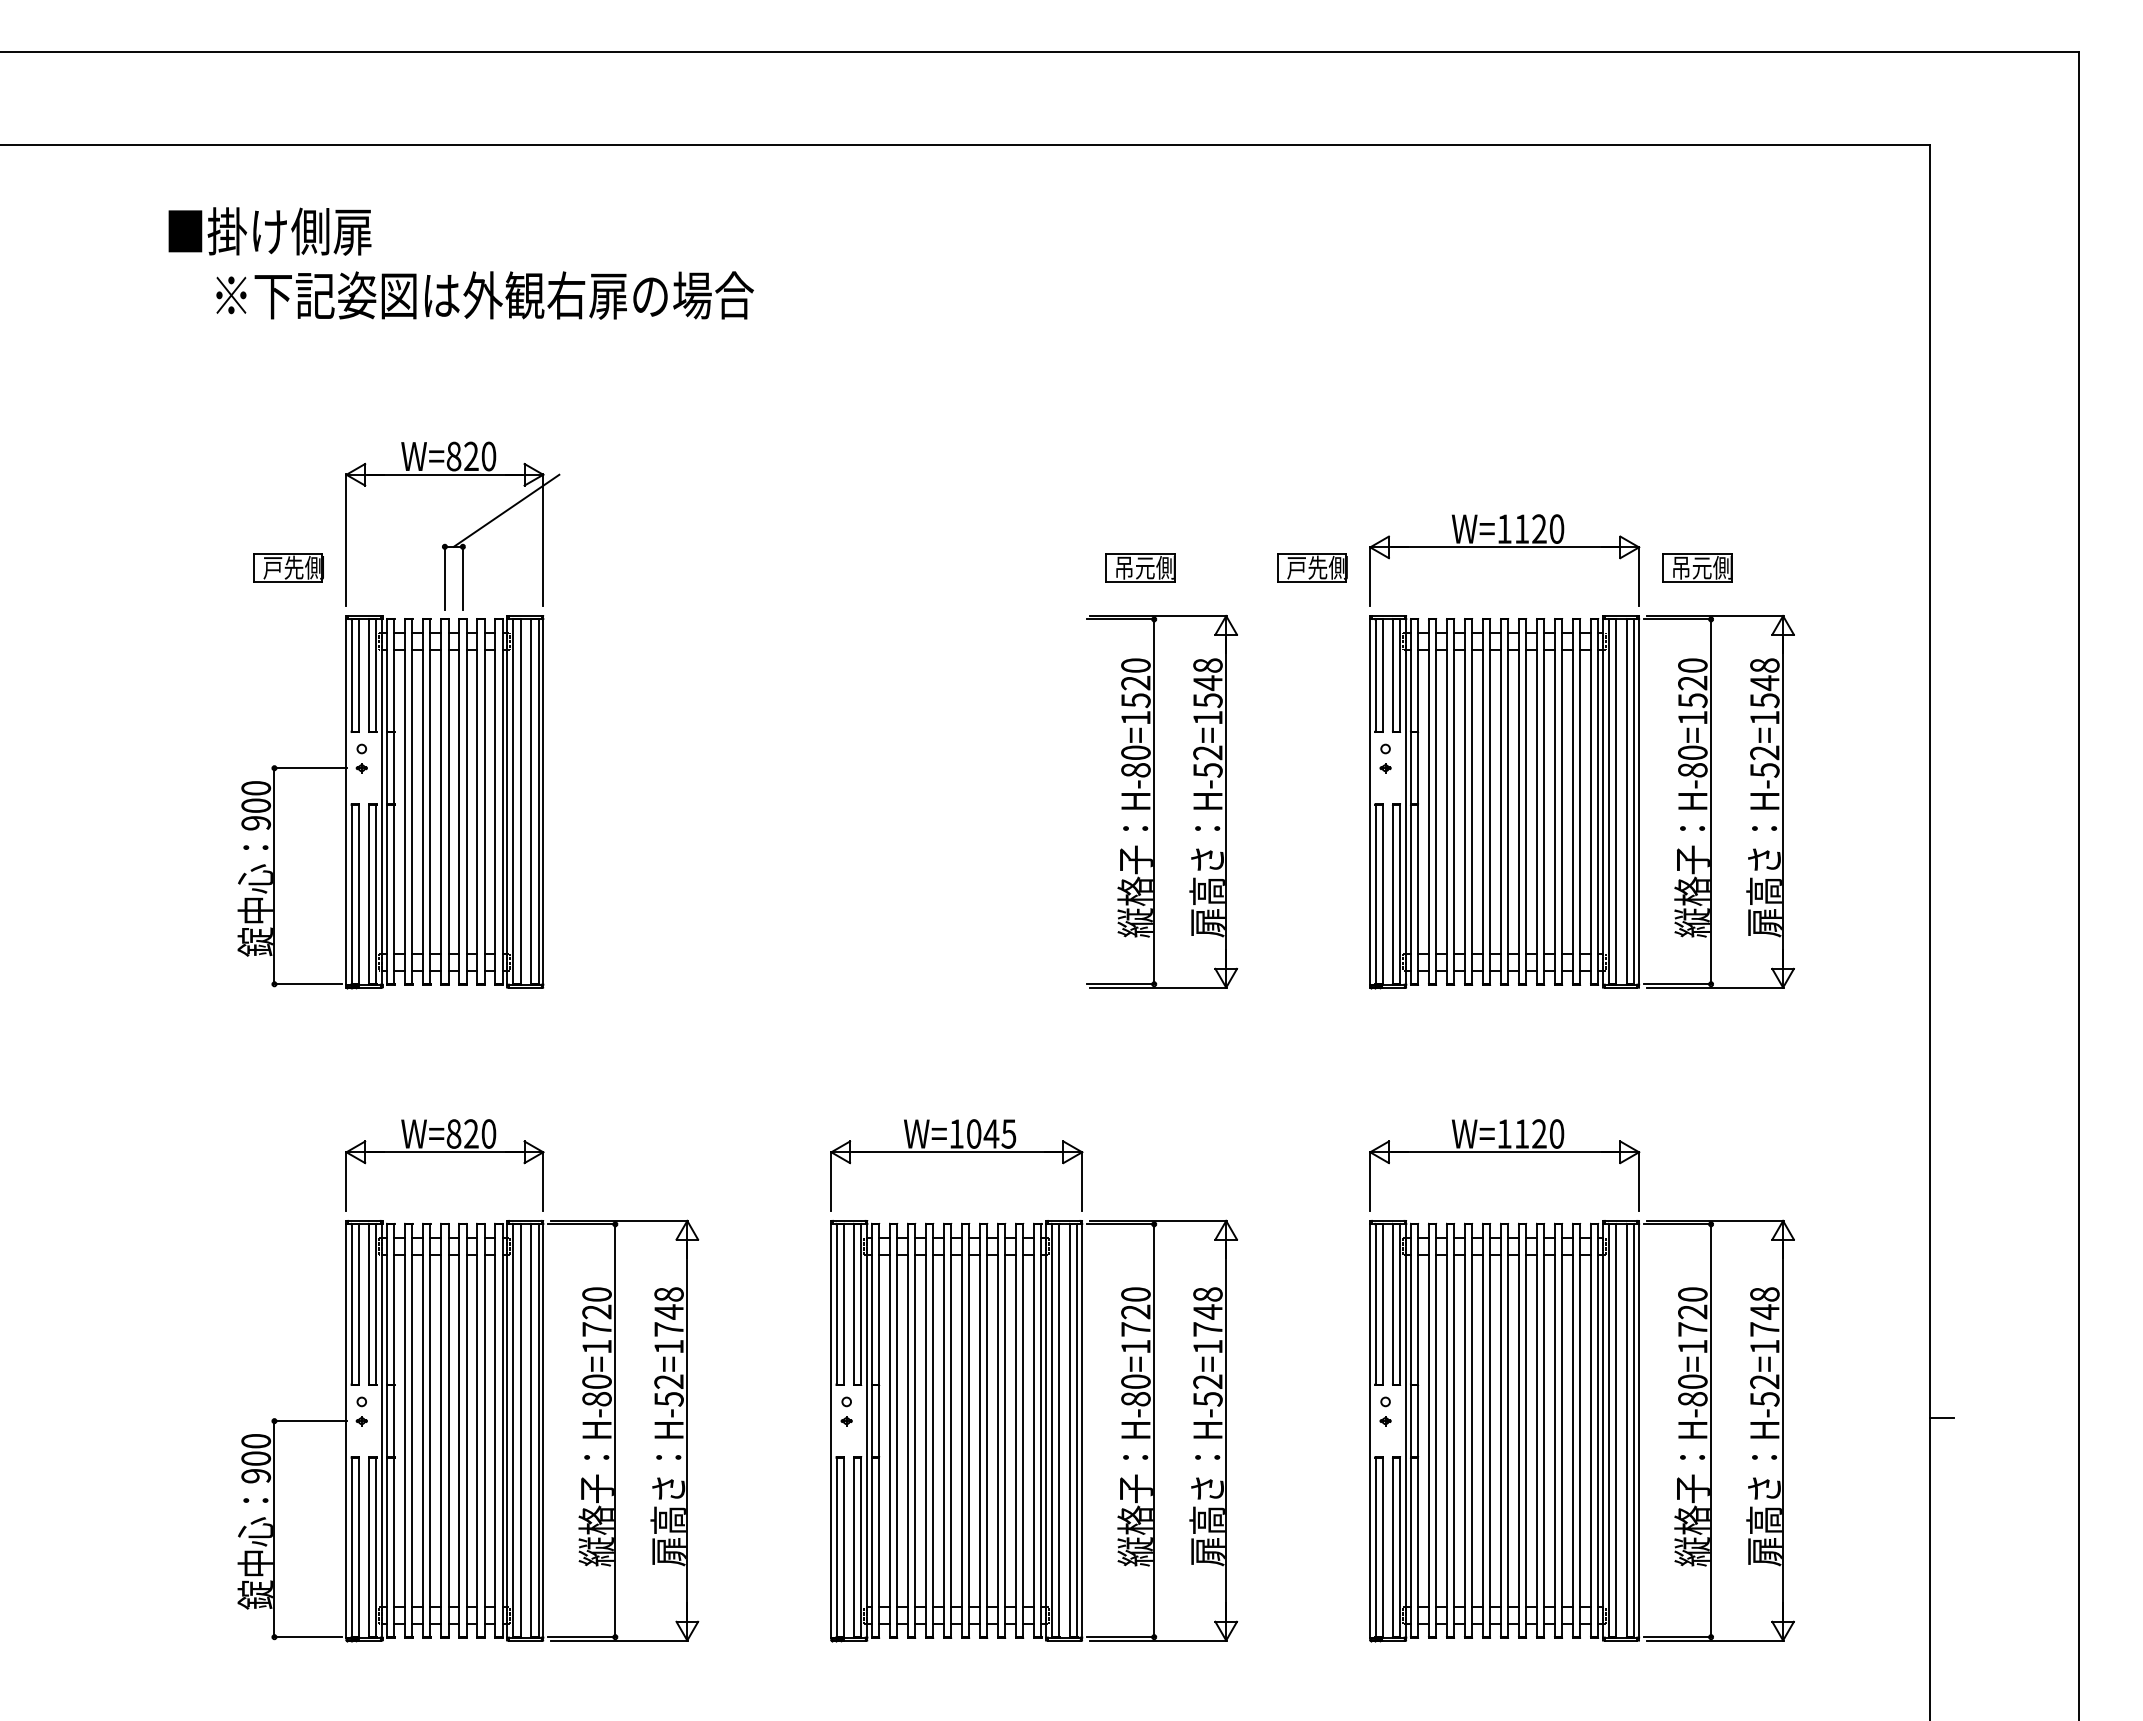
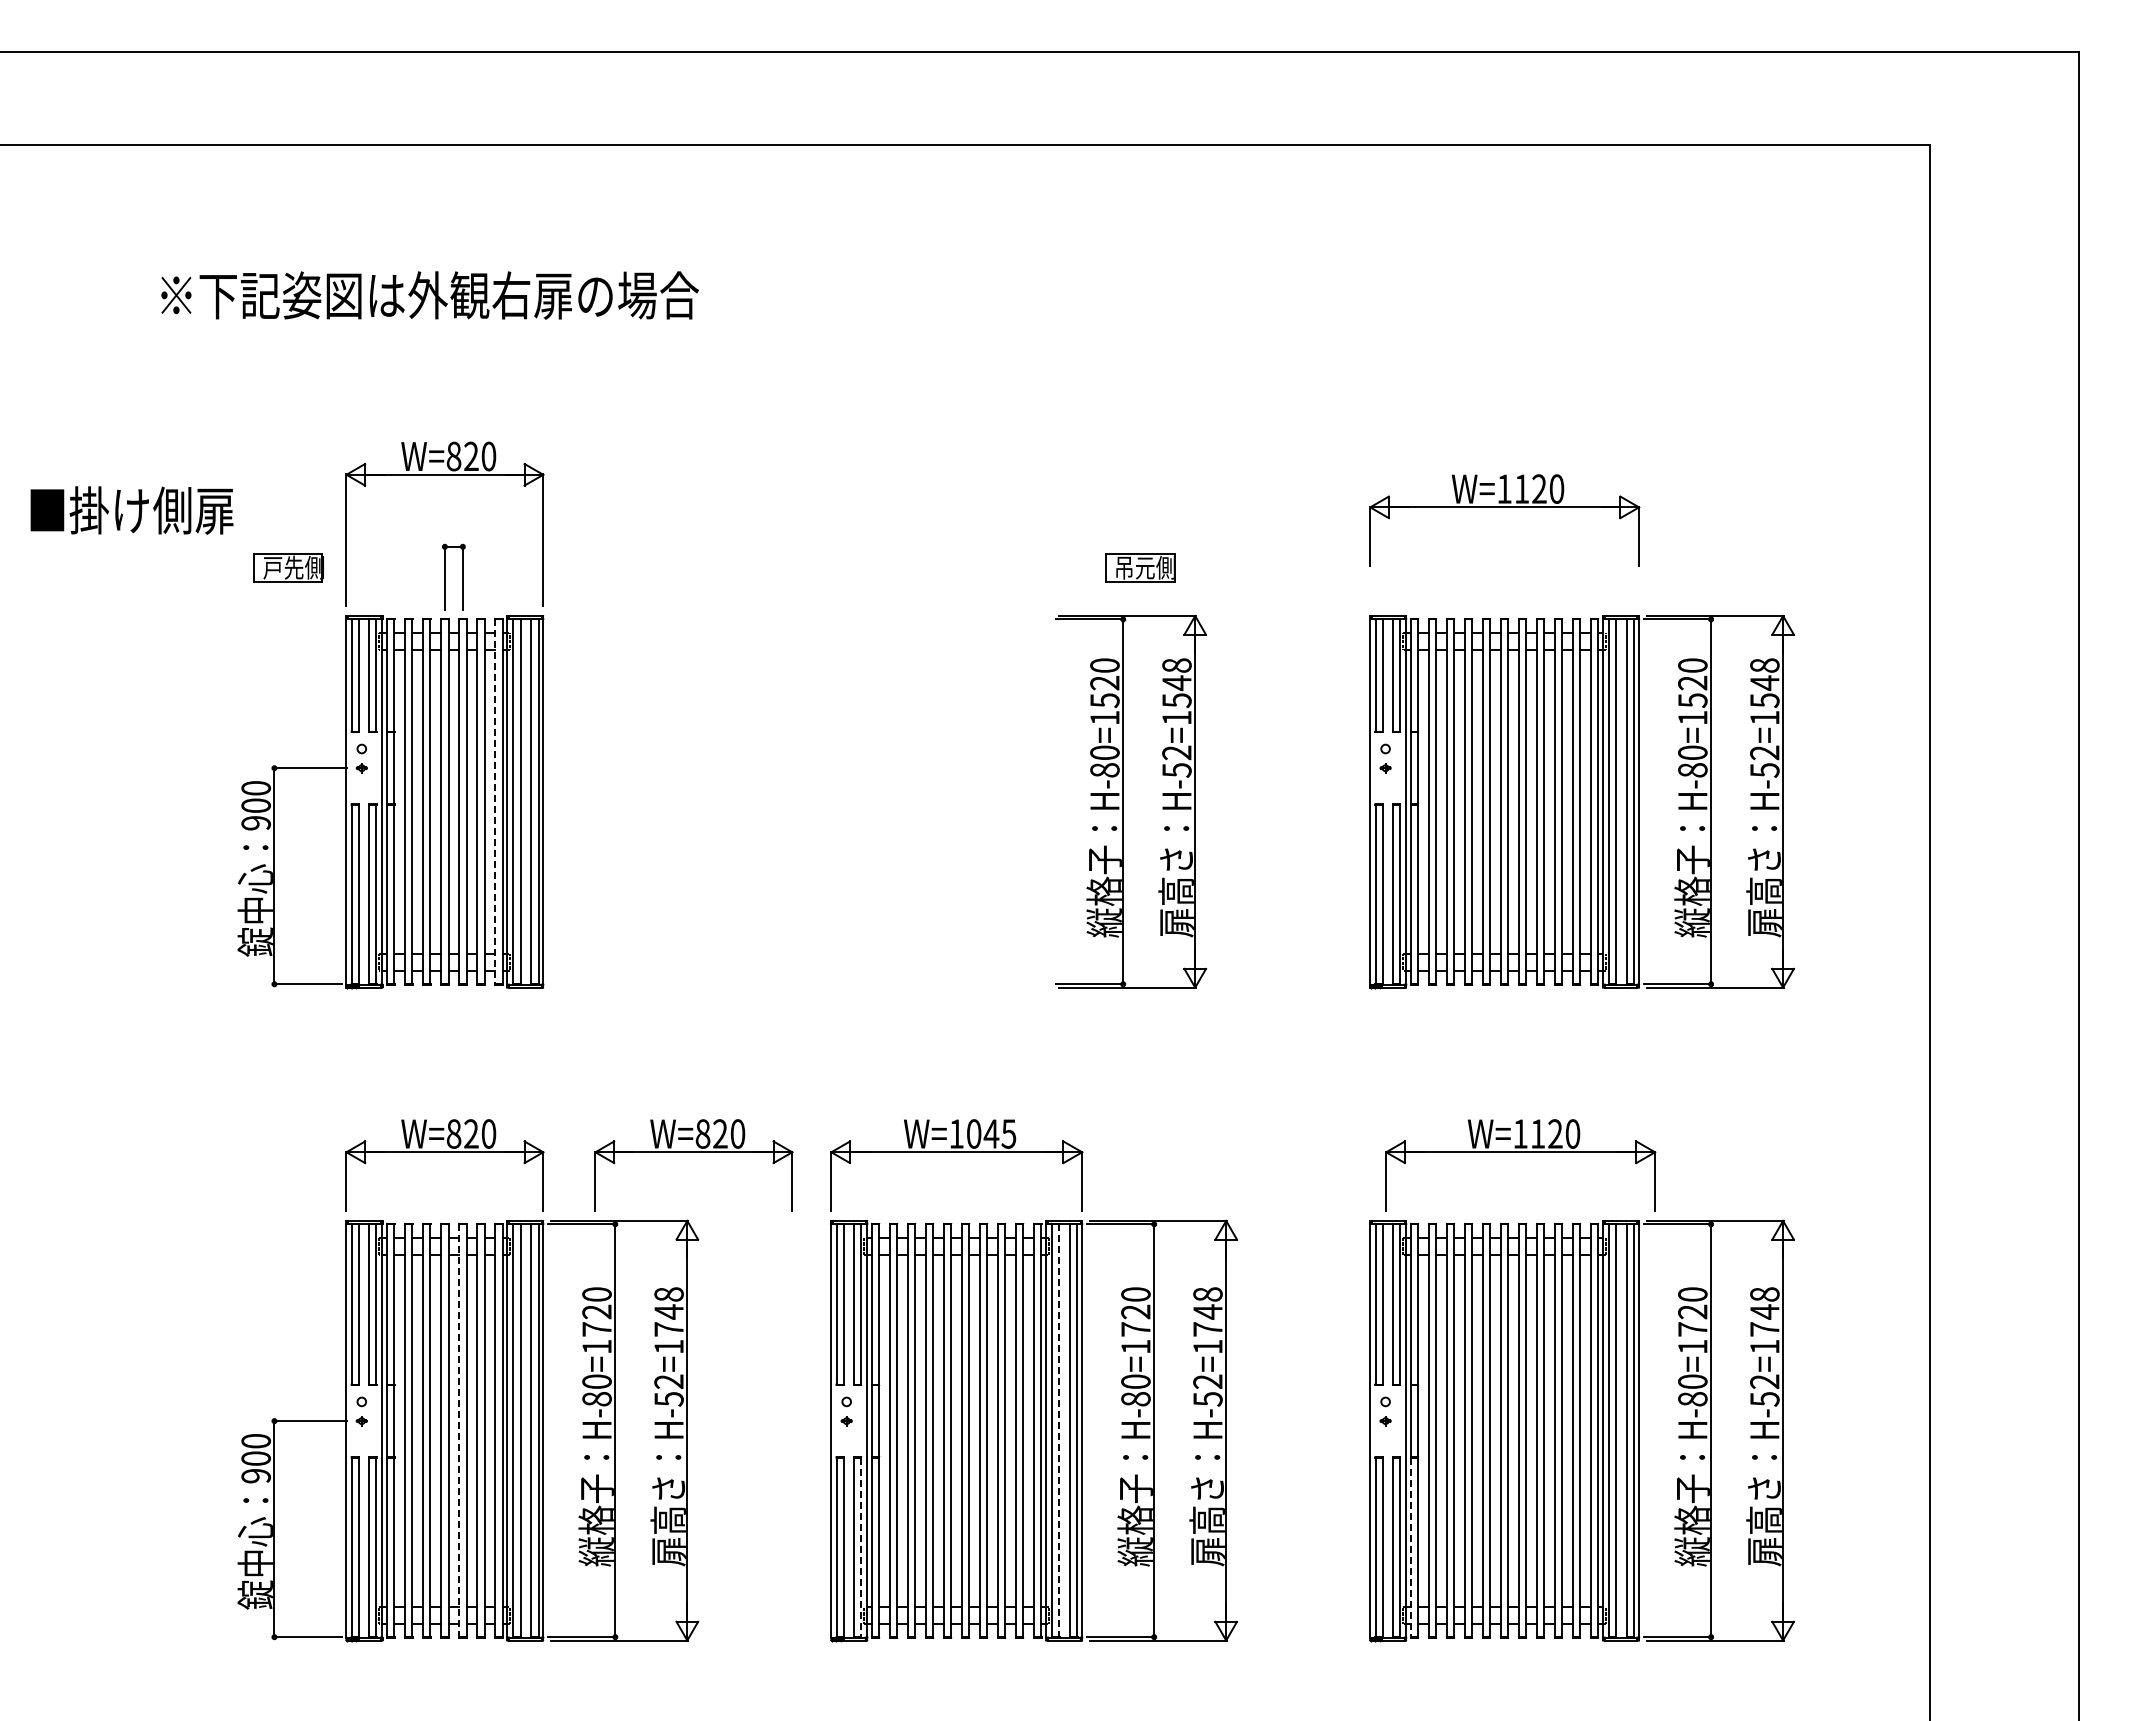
text at (269, 231) position: (269, 231) -> (131, 510)
text at (484, 295) position: (484, 295) -> (429, 295)
line at (506, 510): present -> none
part at (1504, 547) position: (1504, 547) -> (1504, 507)
part at (1312, 567): present -> none
part at (1697, 567): present -> none
part at (1162, 801) position: (1162, 801) -> (1131, 801)
line at (495, 802): solid -> dashed
part at (693, 1152): none -> present
part at (1504, 1152) position: (1504, 1152) -> (1520, 1152)
line at (1941, 1417): present -> none
line at (459, 1431): solid -> dashed
line at (1059, 1431): solid -> dashed
line at (861, 1547): solid -> dashed
line at (1411, 1547): solid -> dashed
